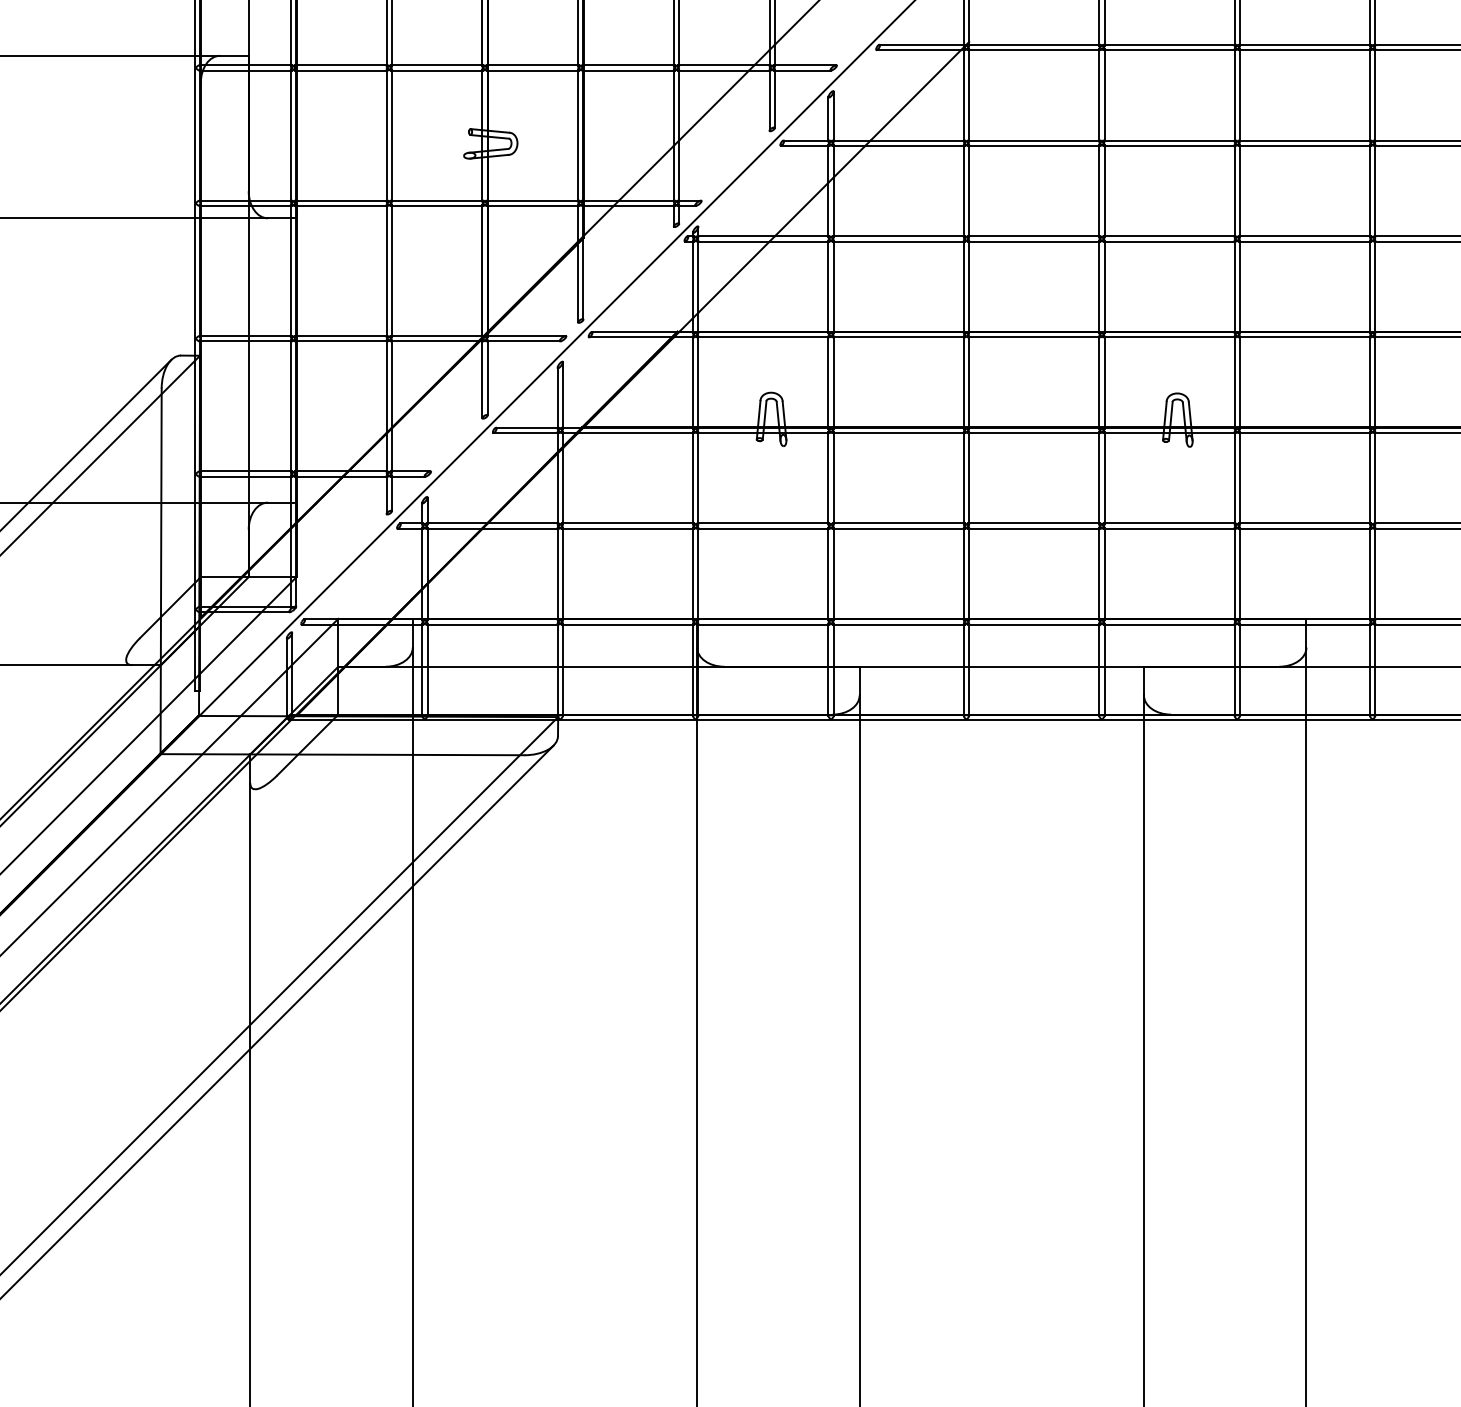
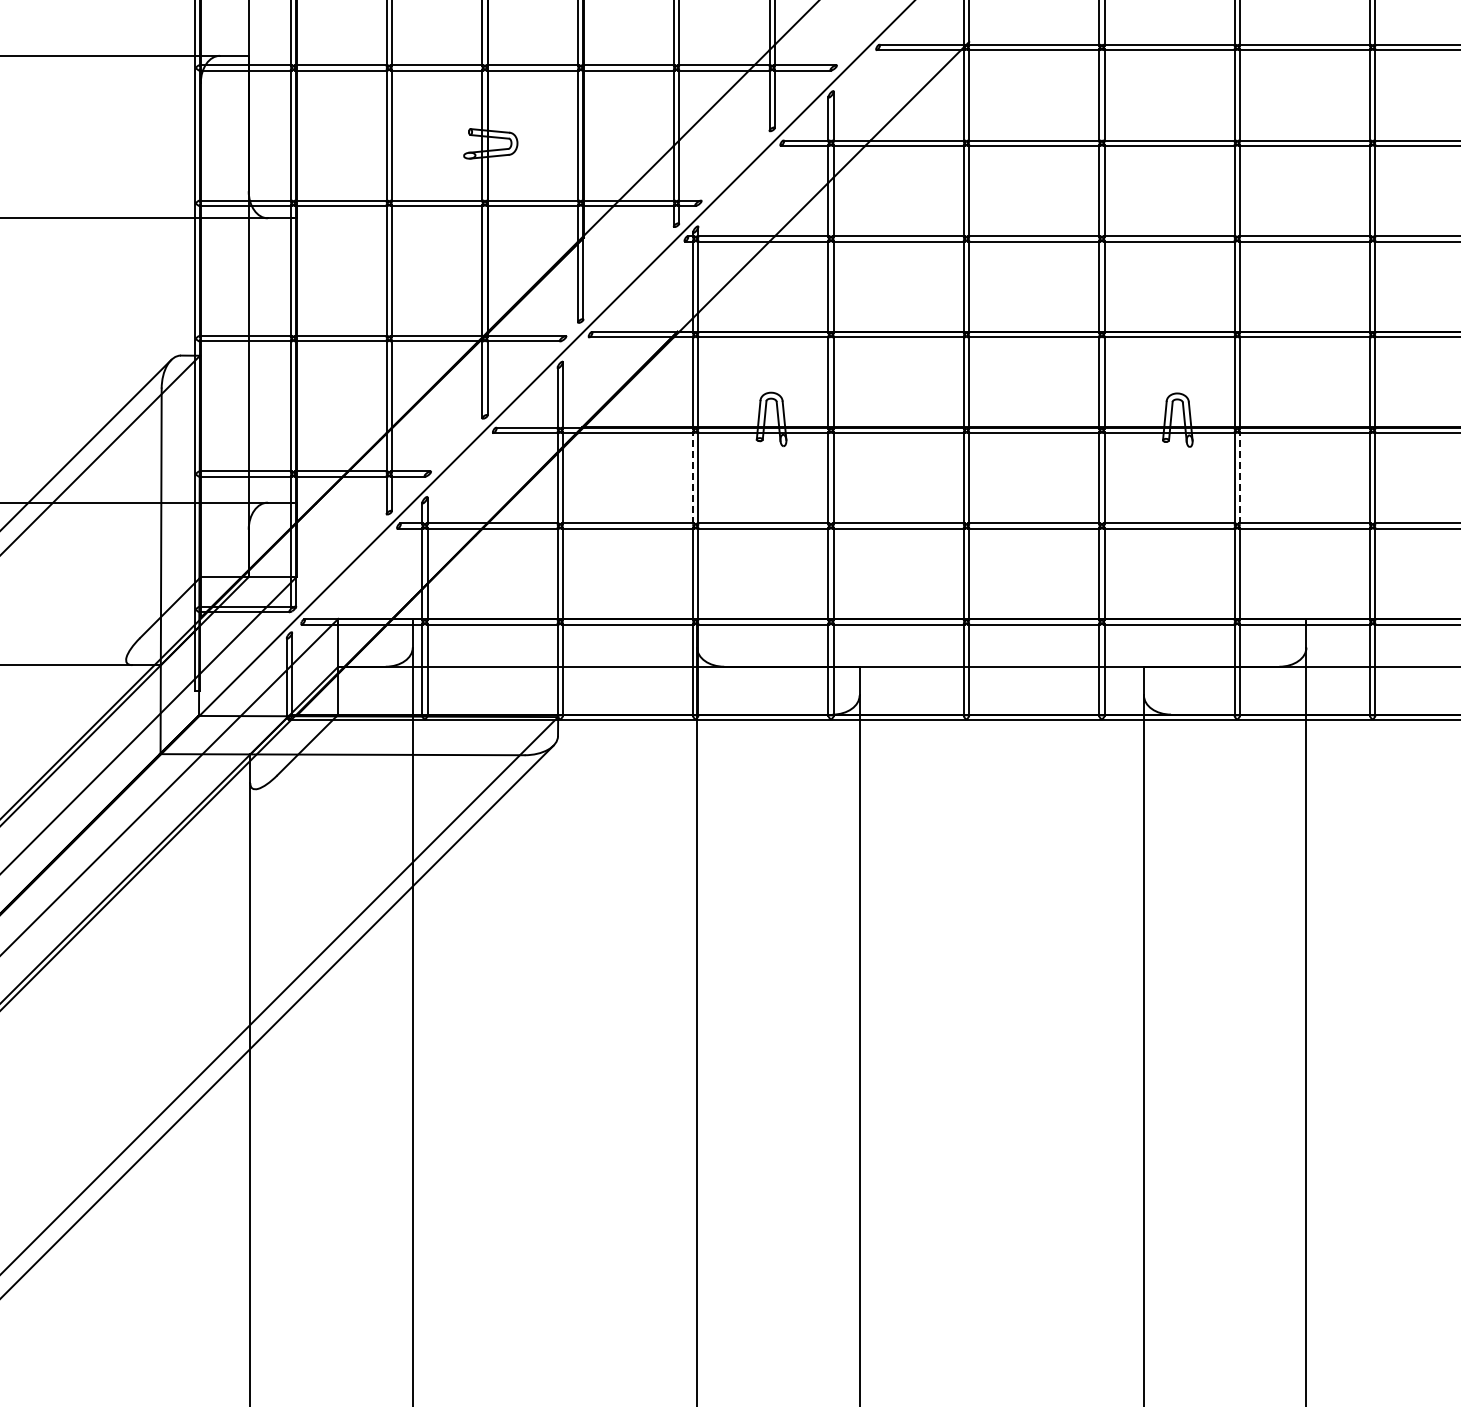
line at (692, 478): solid -> dashed
line at (1240, 478): solid -> dashed
